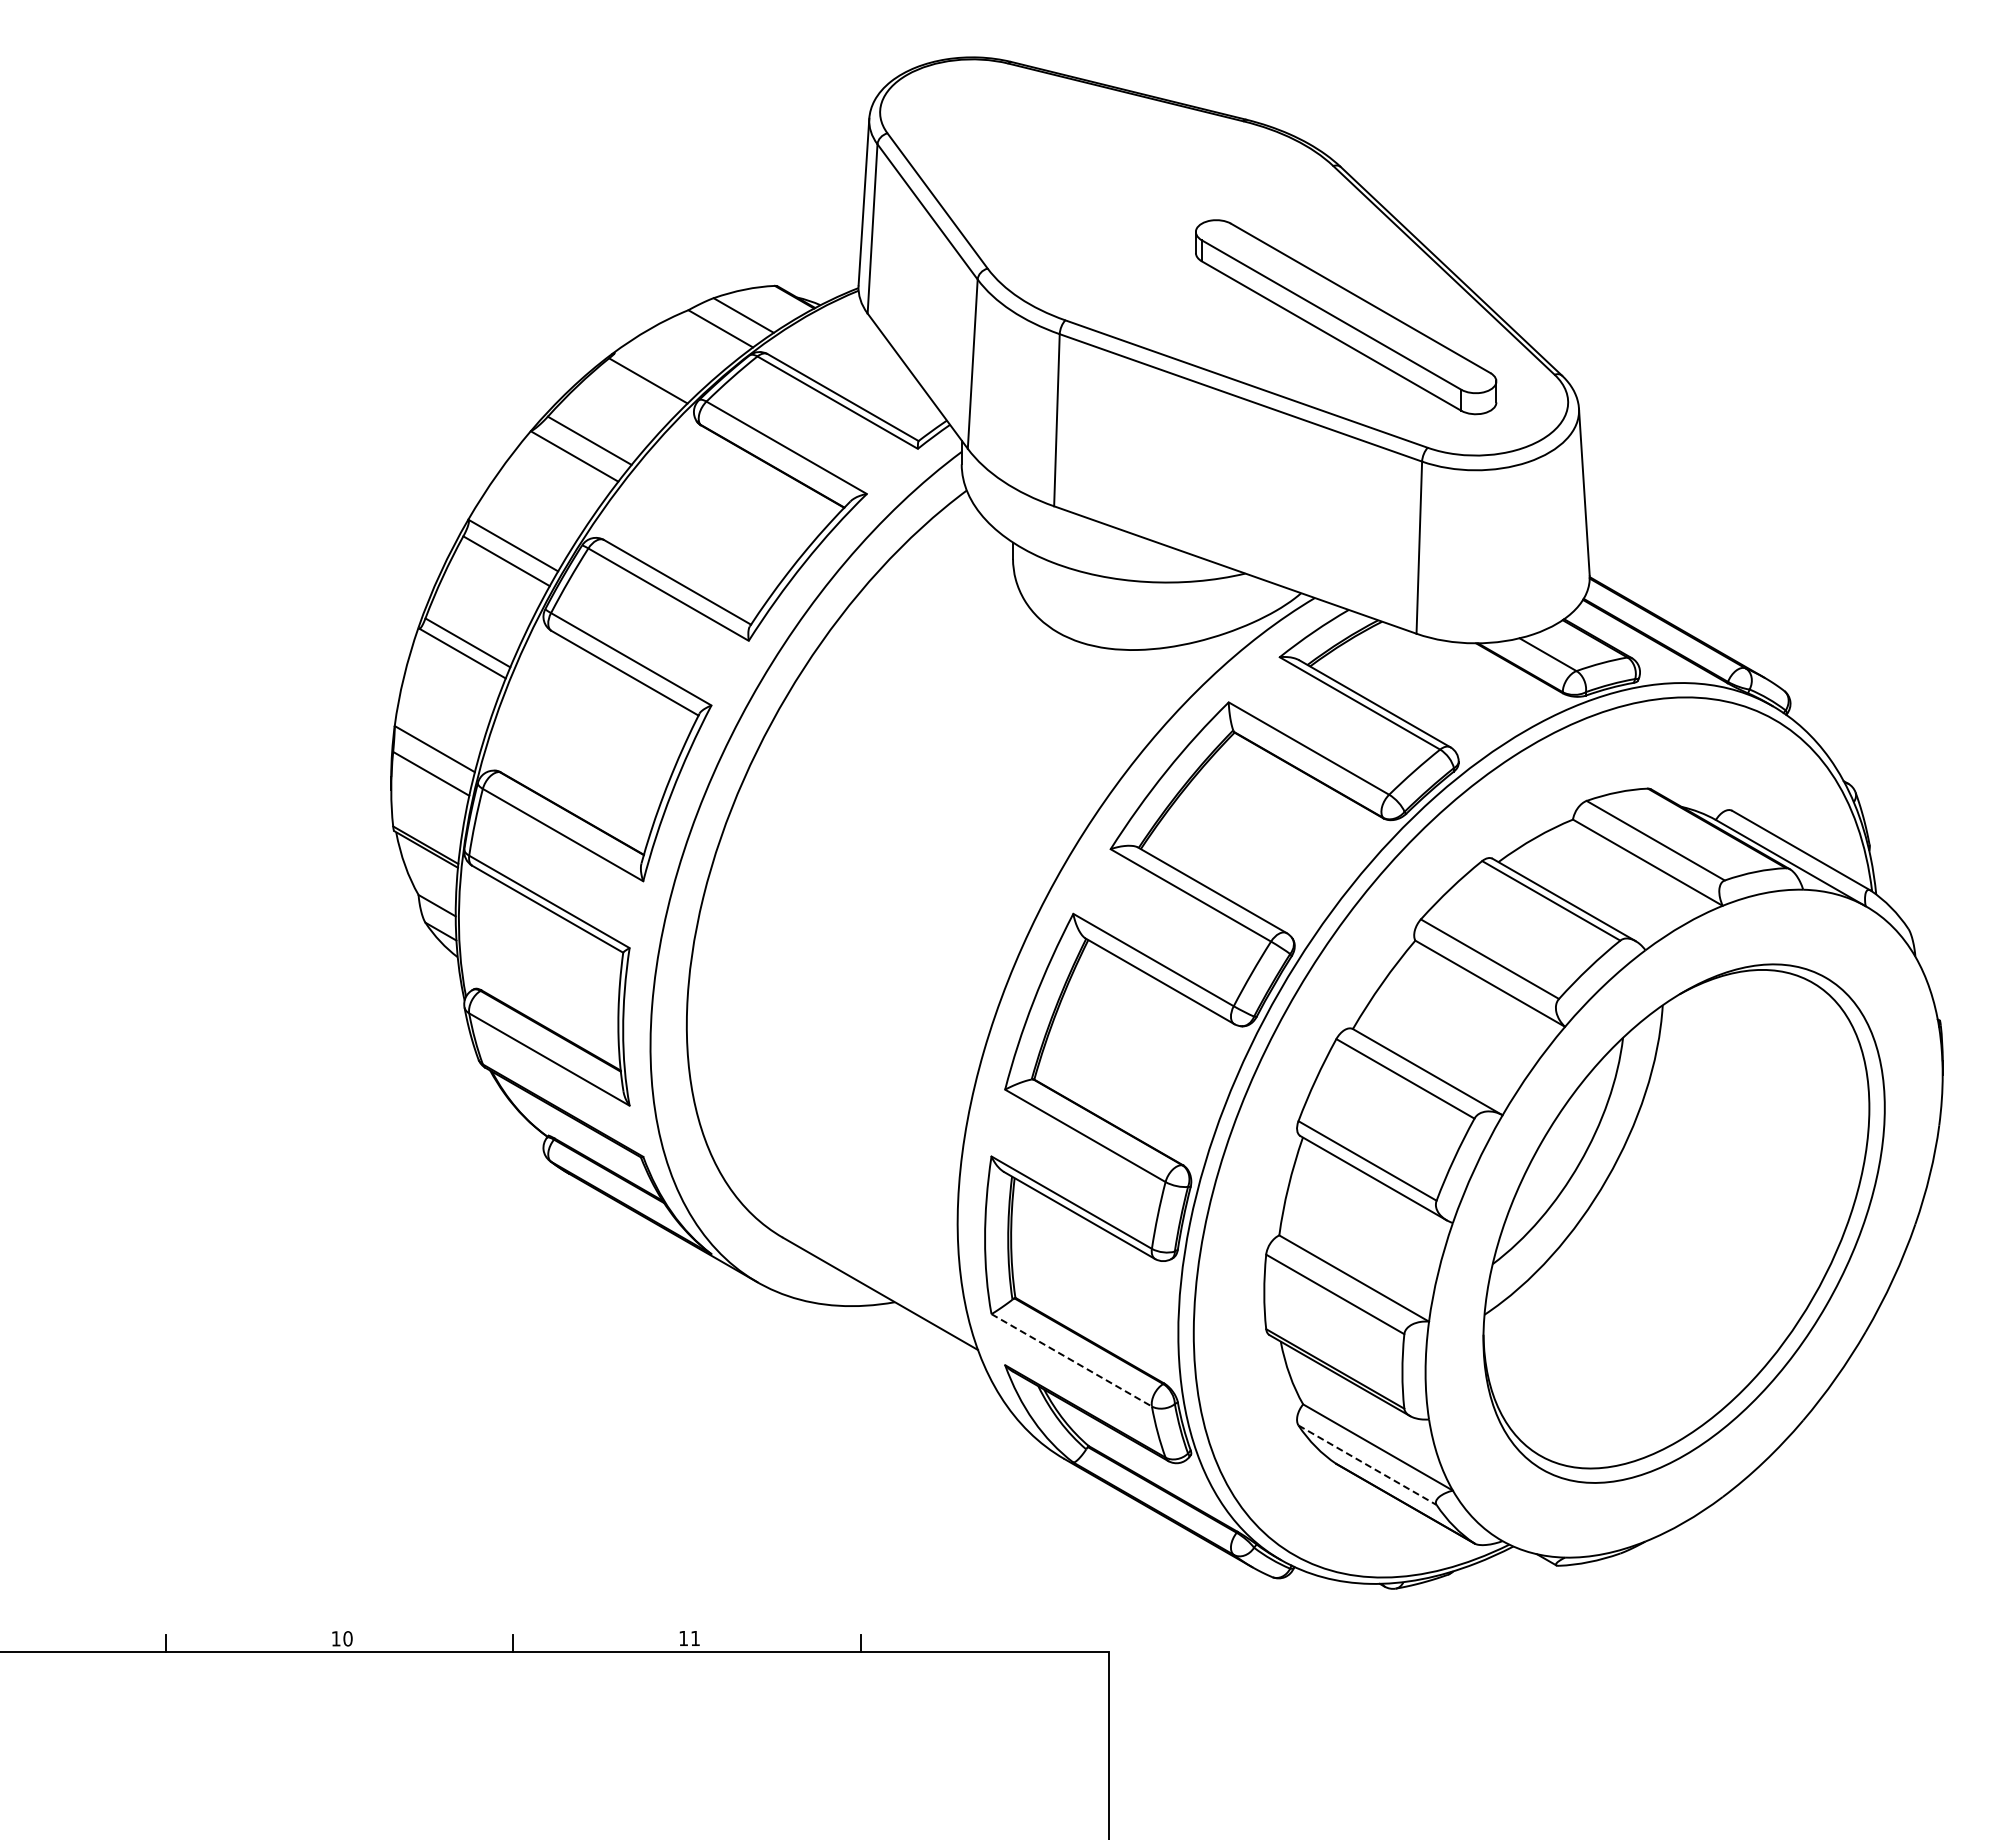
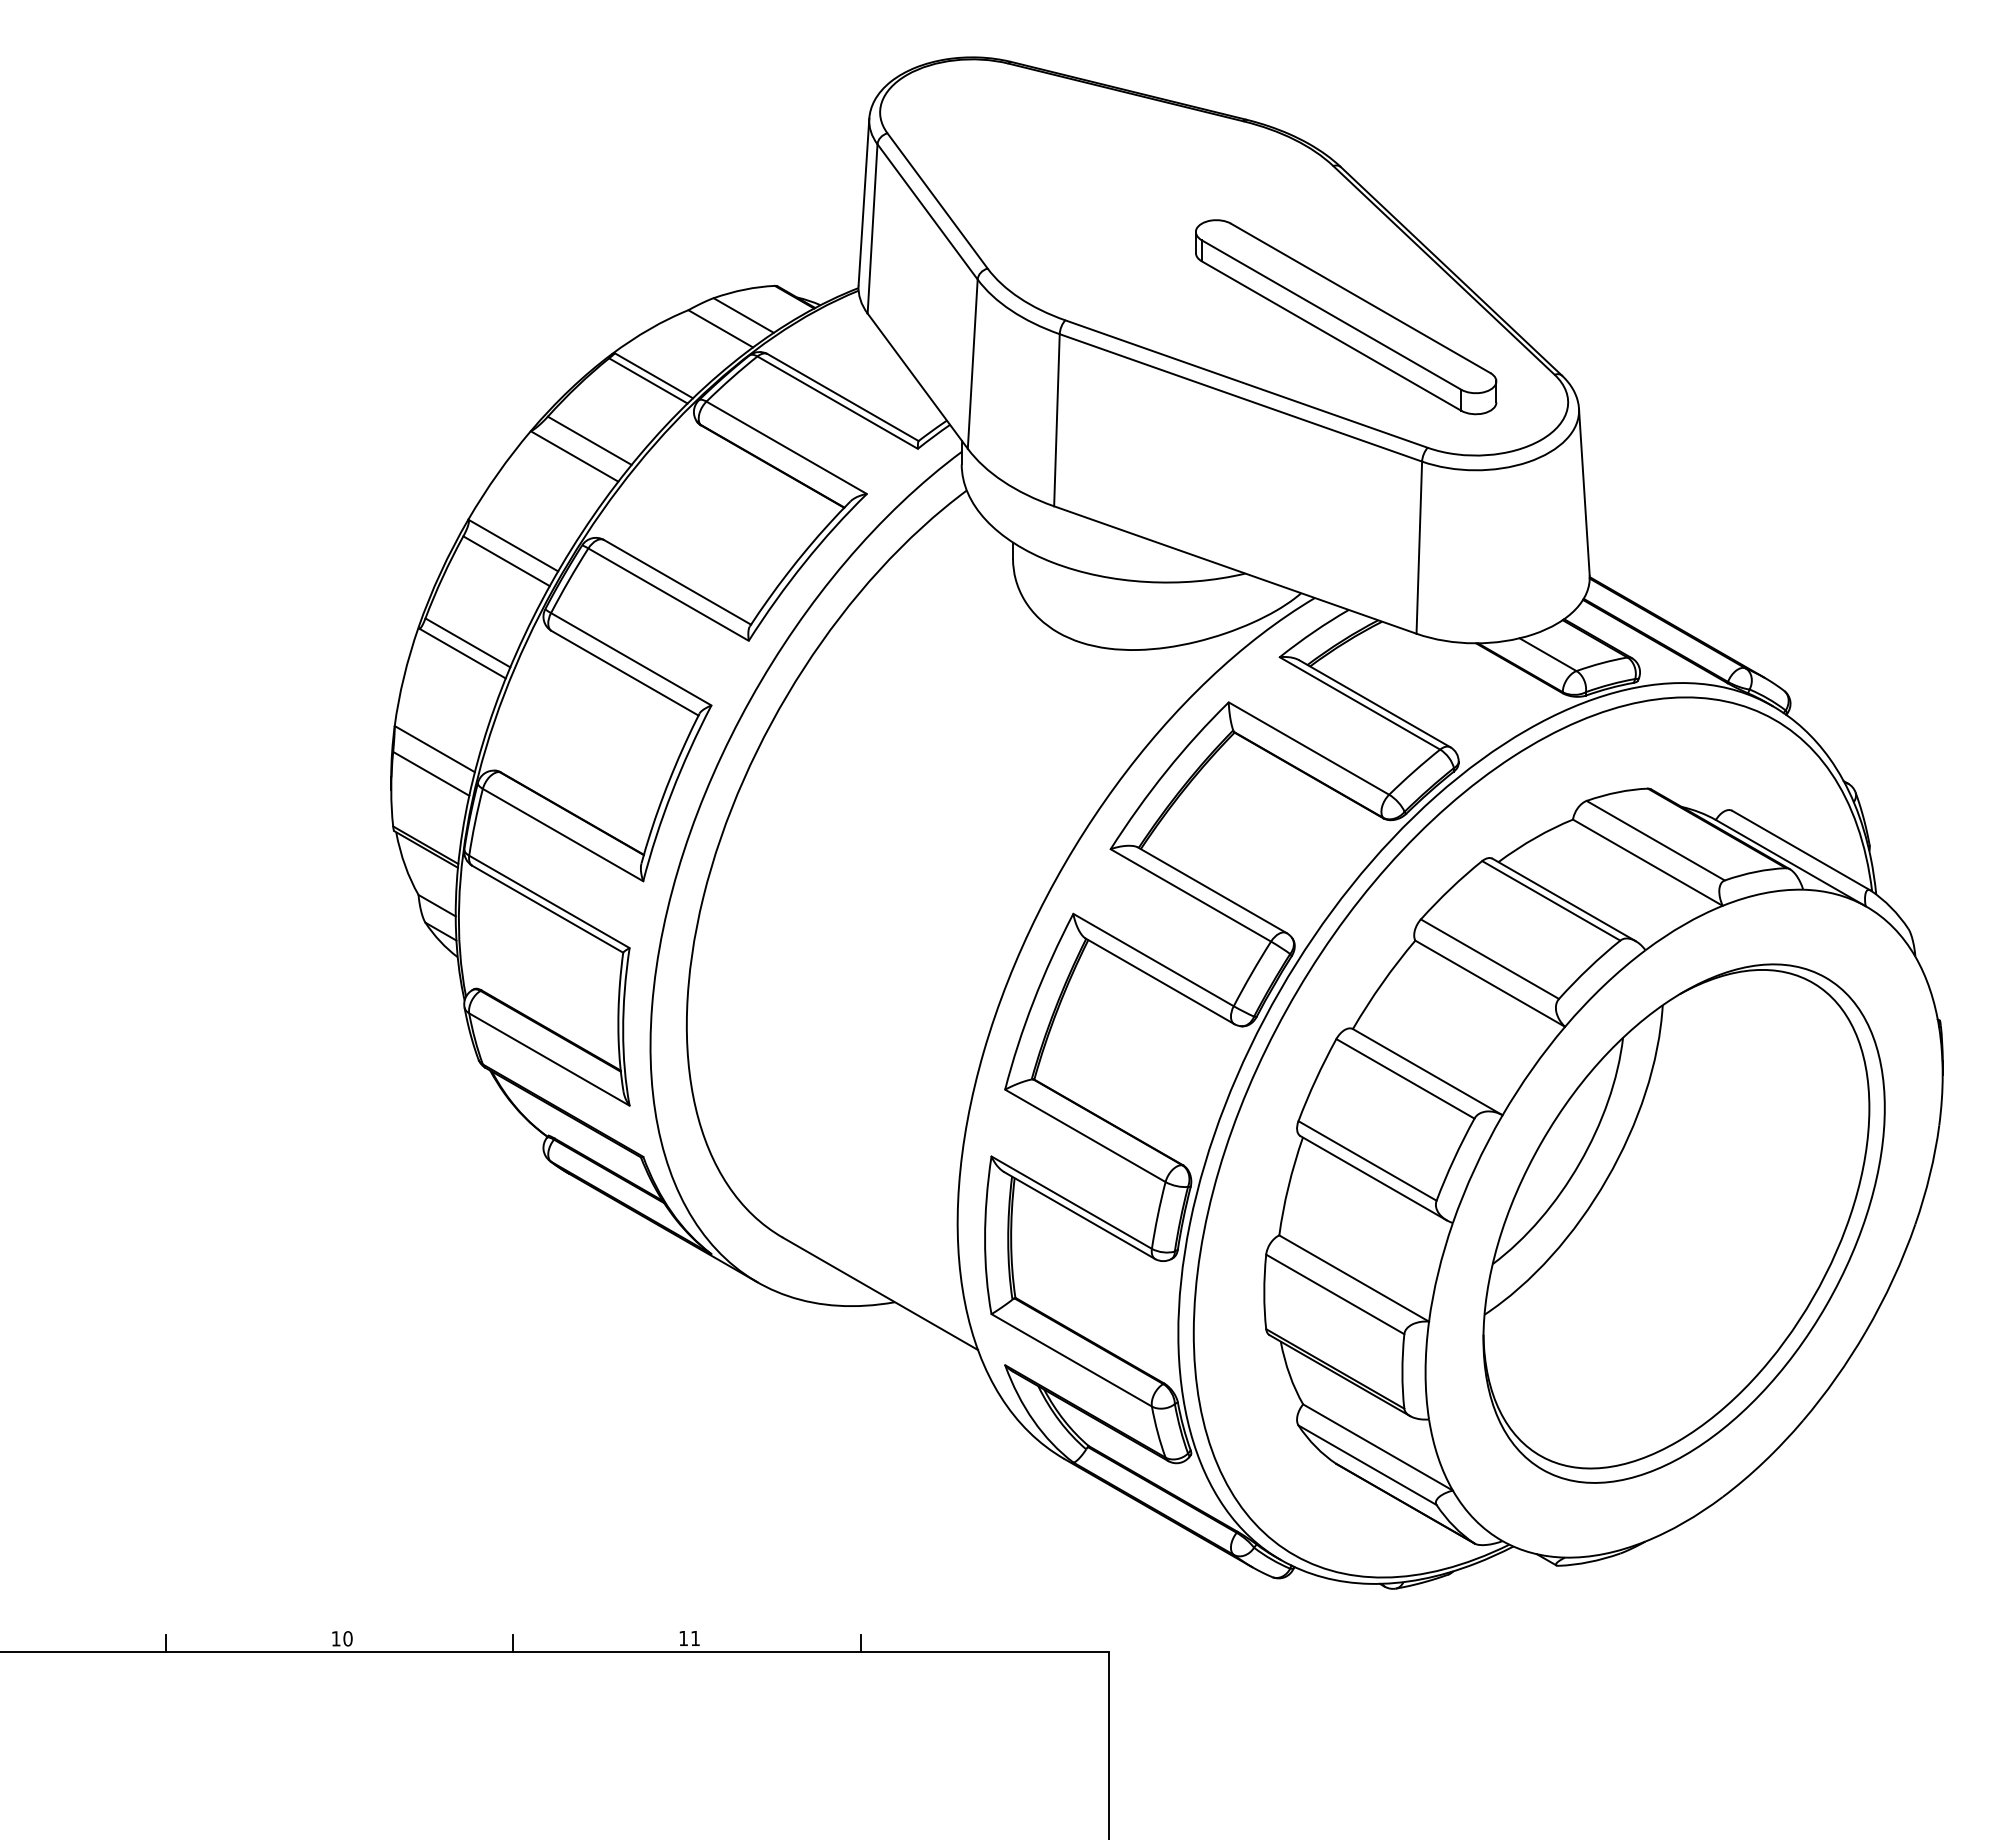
line at (653, 375): none -> present
line at (1071, 1360): dashed -> solid
line at (1367, 1465): dashed -> solid
